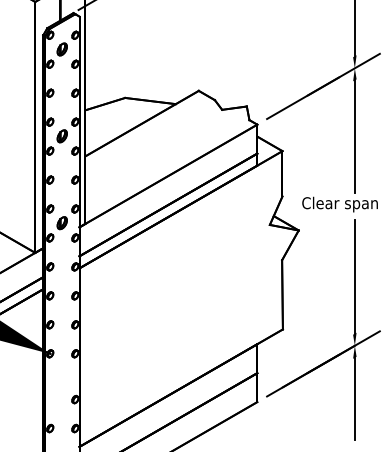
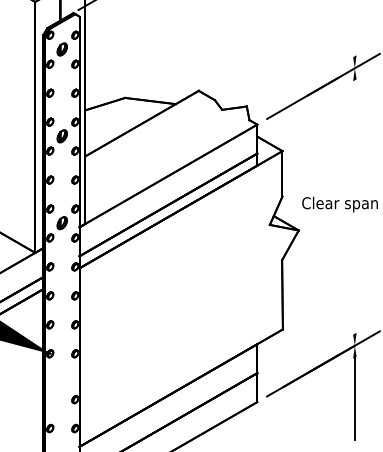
line at (354, 29): present -> none
line at (354, 136): present -> none
line at (354, 276): present -> none
